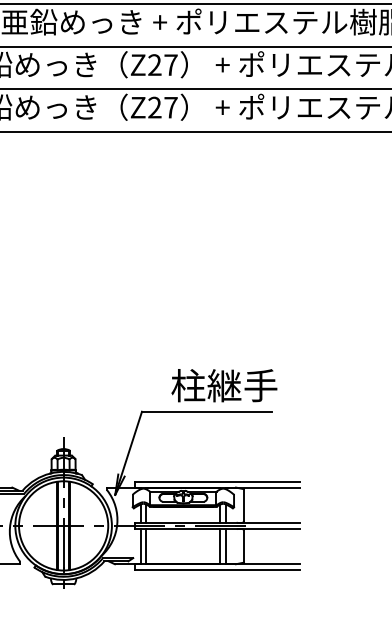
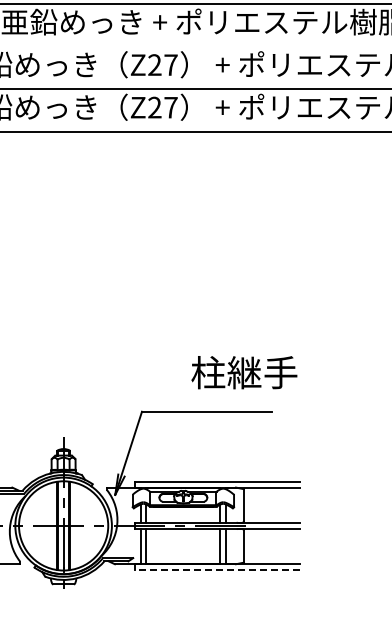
line at (195, 46): present -> none
text at (224, 385) position: (224, 385) -> (244, 372)
line at (217, 569): solid -> dashed
